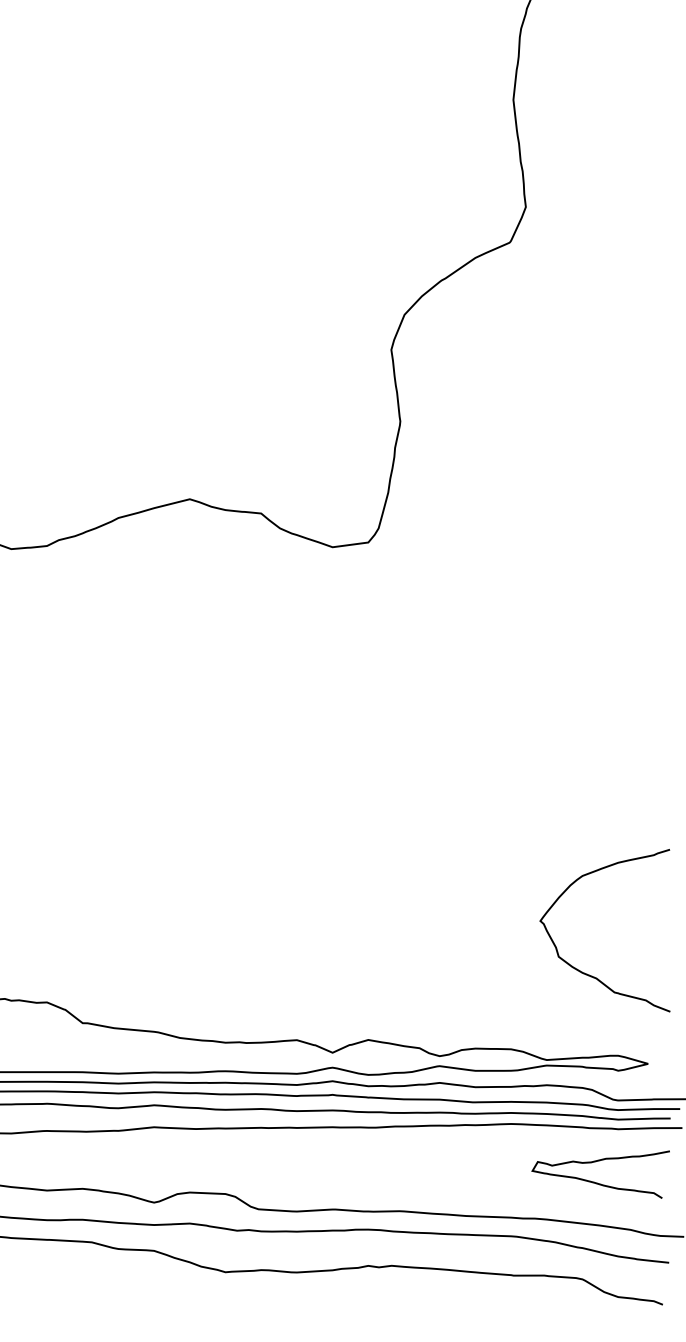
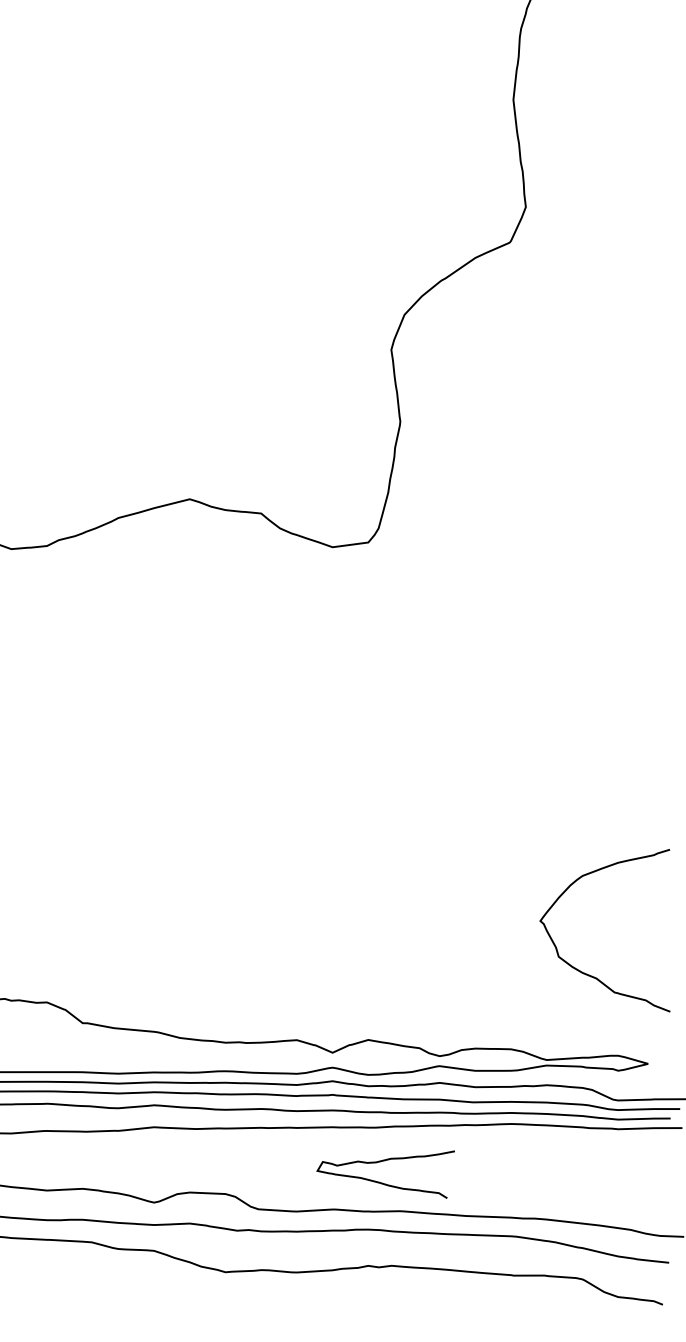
curve at (597, 1182) position: (597, 1182) -> (382, 1182)
